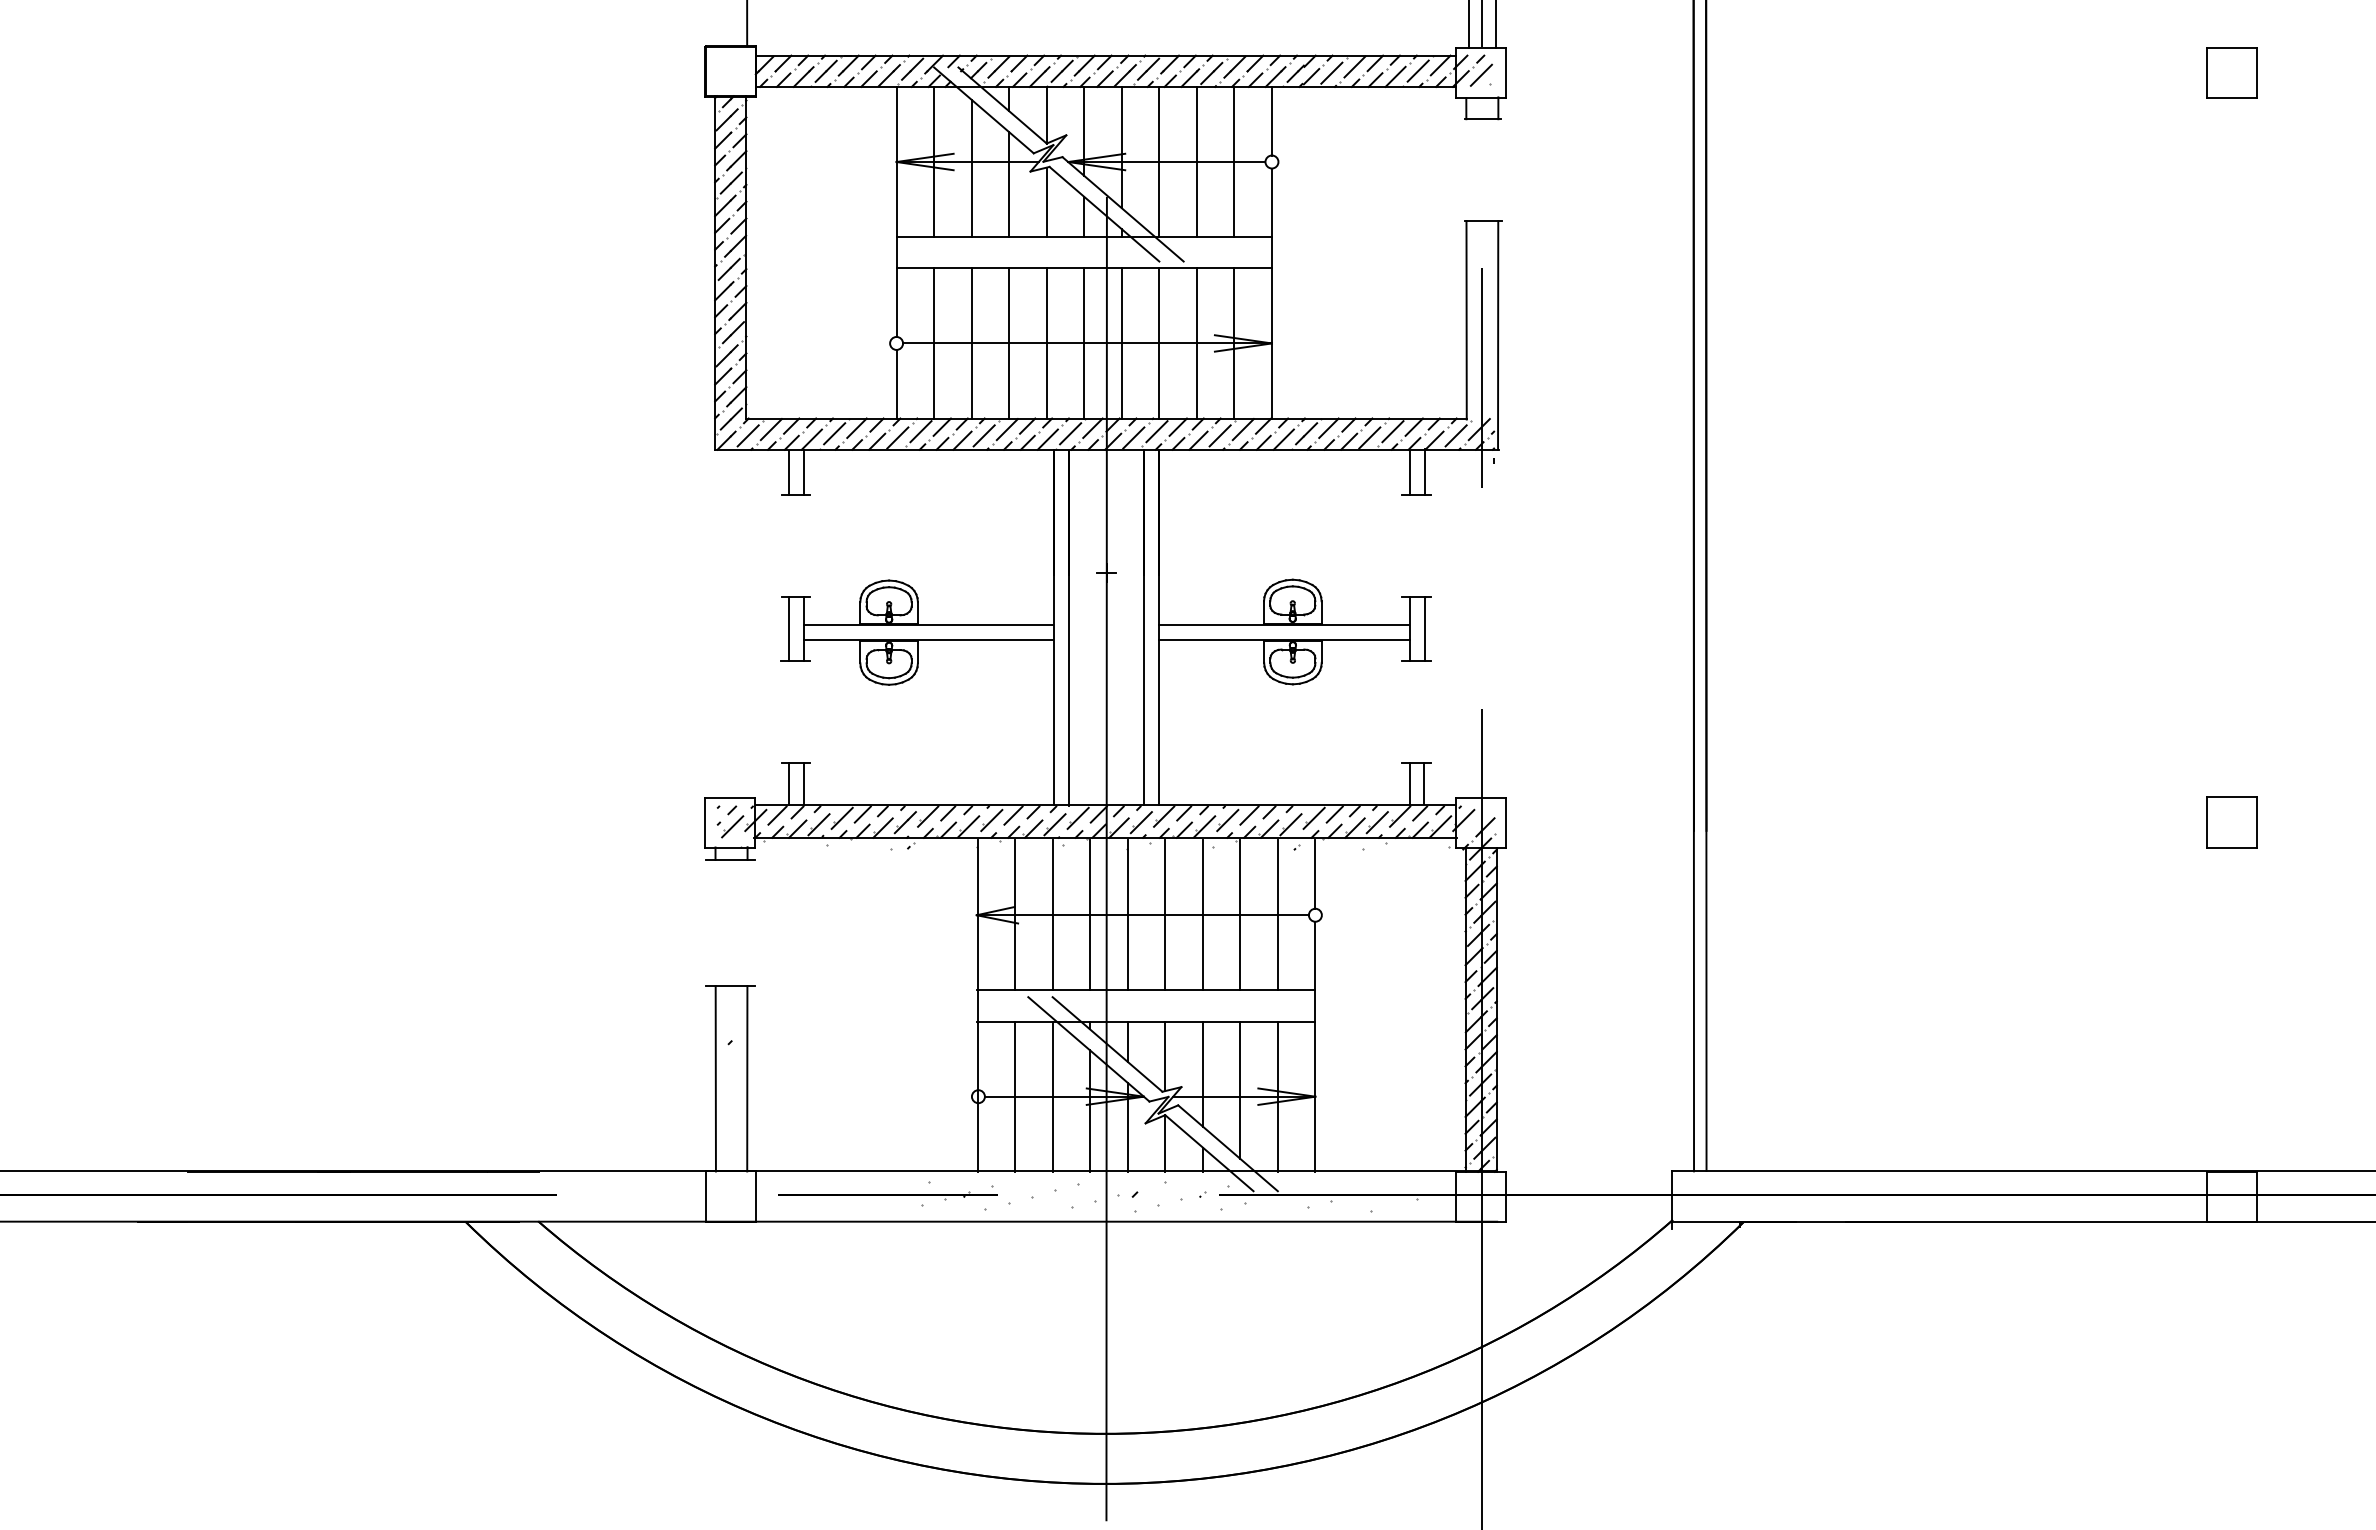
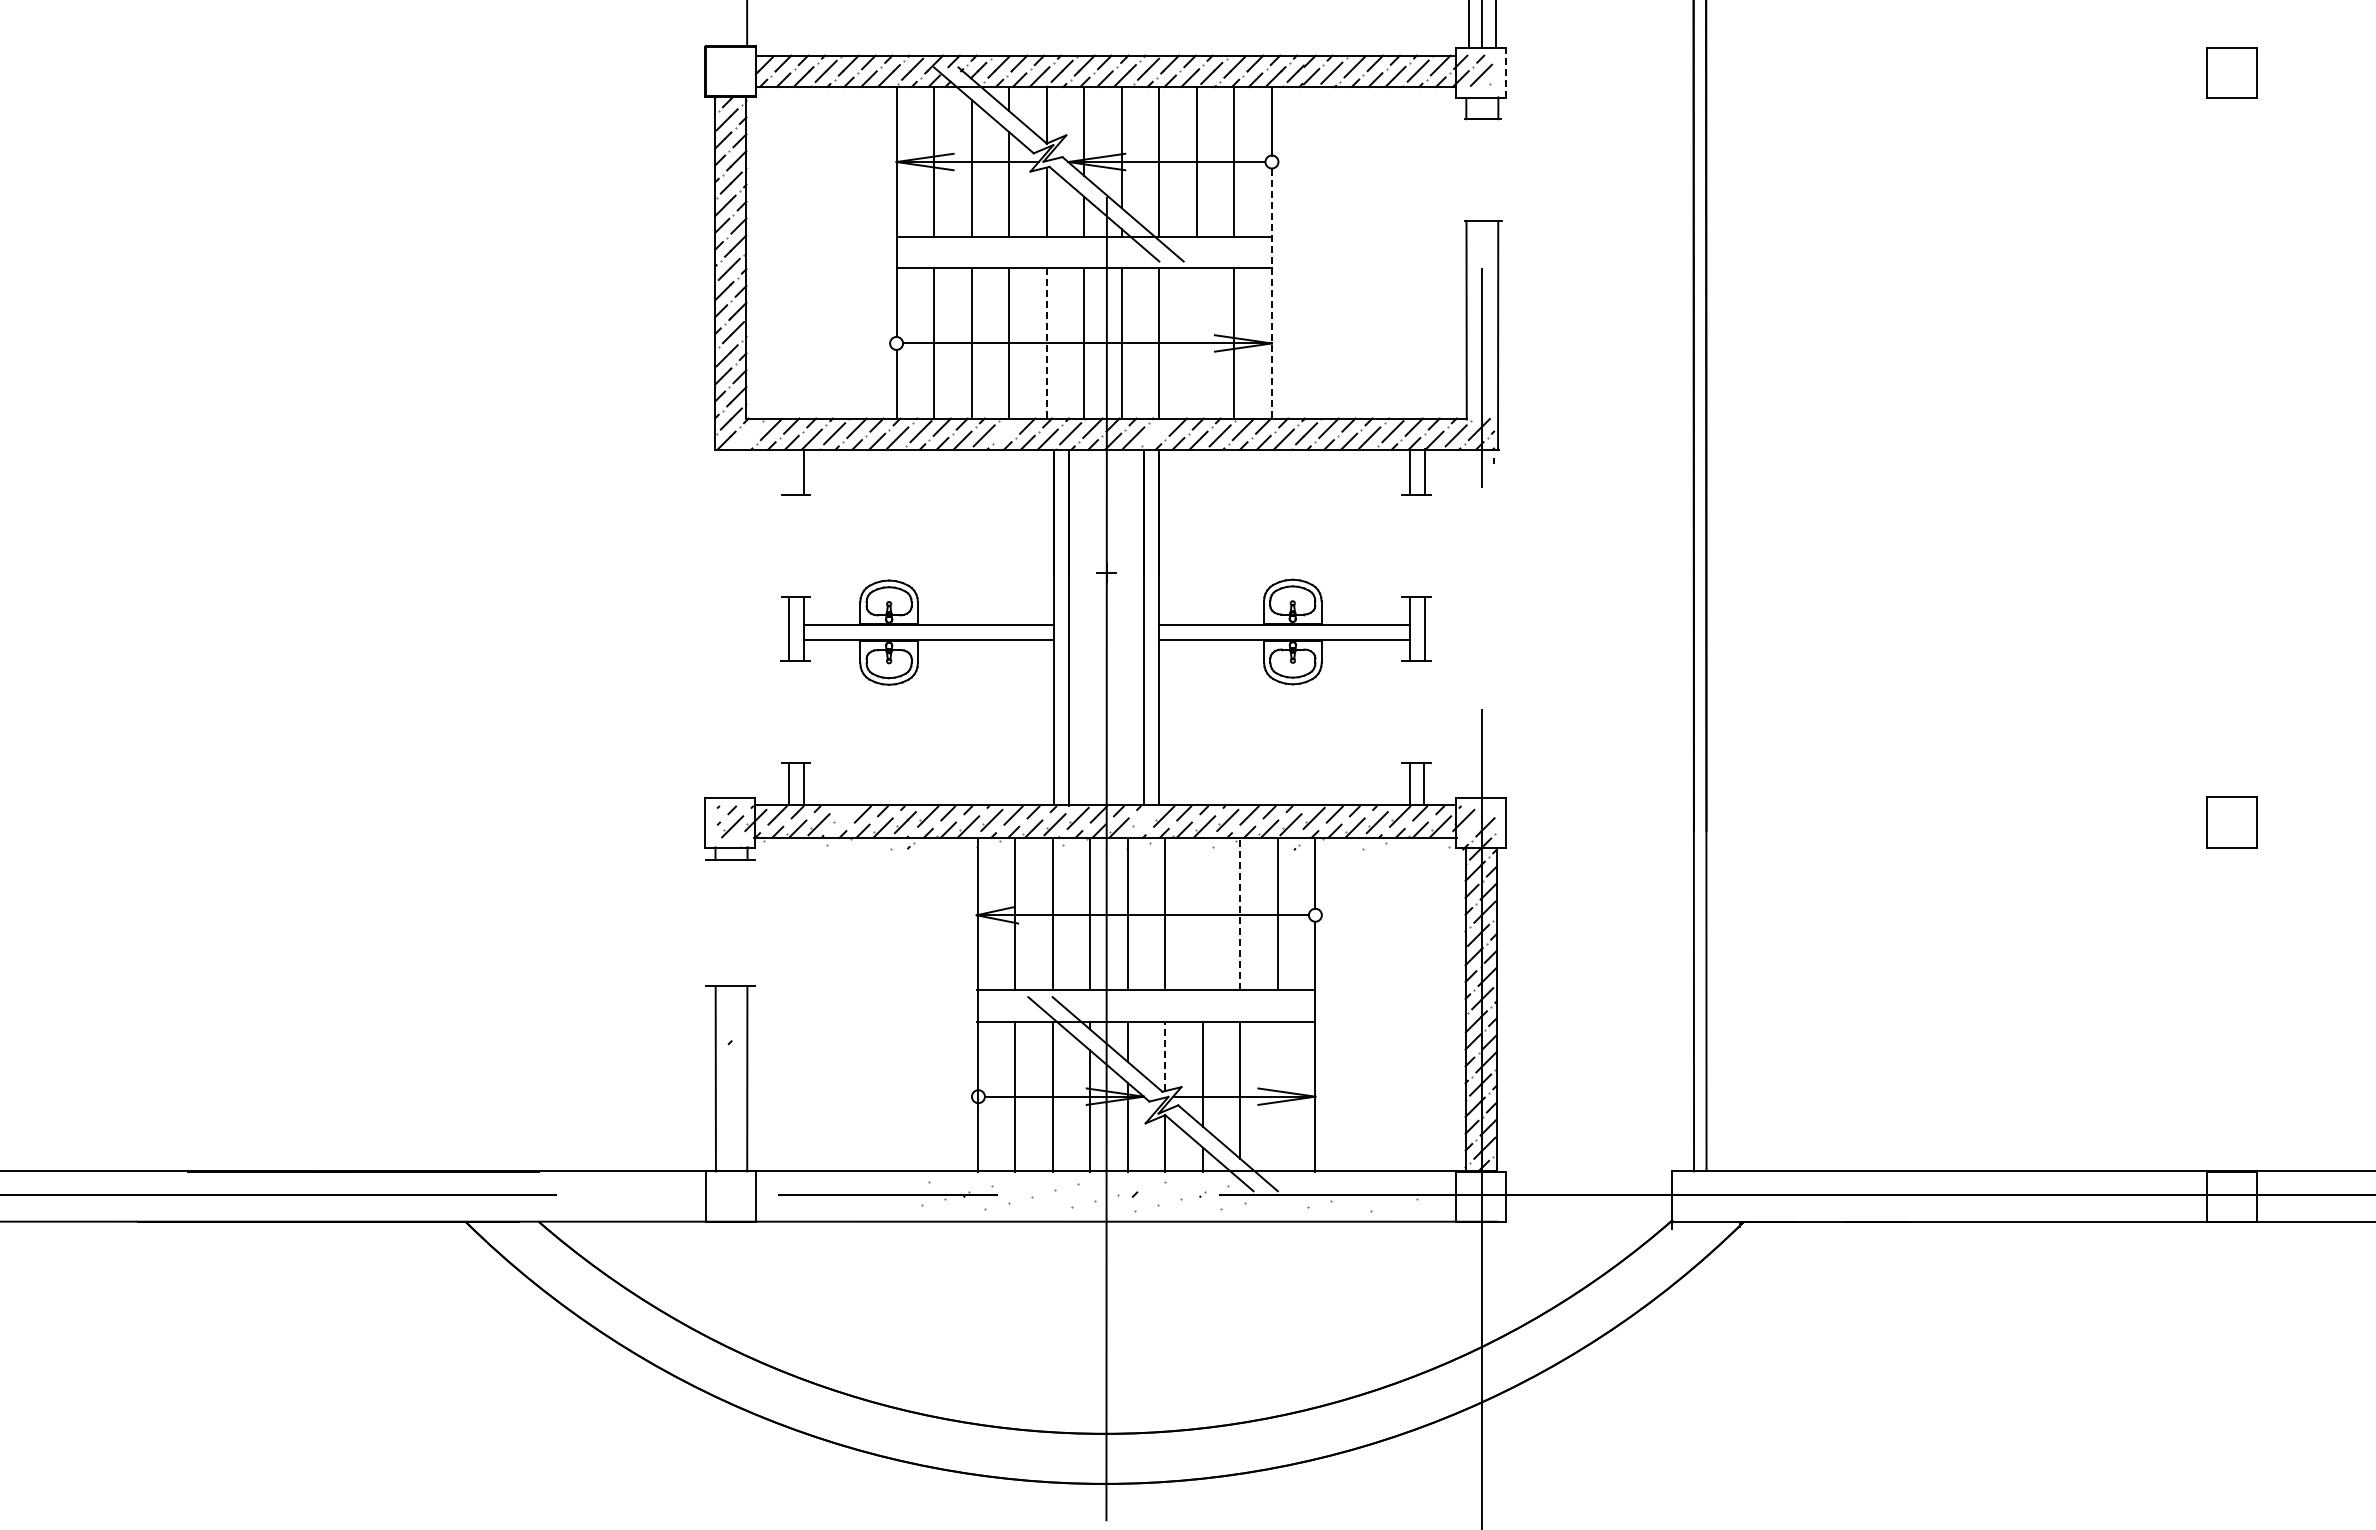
line at (1506, 72): solid -> dashed
line at (1271, 294): solid -> dashed
line at (1046, 343): solid -> dashed
line at (1196, 343): present -> none
line at (1006, 429): present -> none
line at (1156, 431): present -> none
line at (747, 435): present -> none
line at (788, 472): present -> none
line at (841, 817): present -> none
line at (1140, 822): present -> none
line at (1240, 914): solid -> dashed
line at (1202, 915): present -> none
line at (1165, 1056): solid -> dashed
line at (1277, 1096): present -> none
